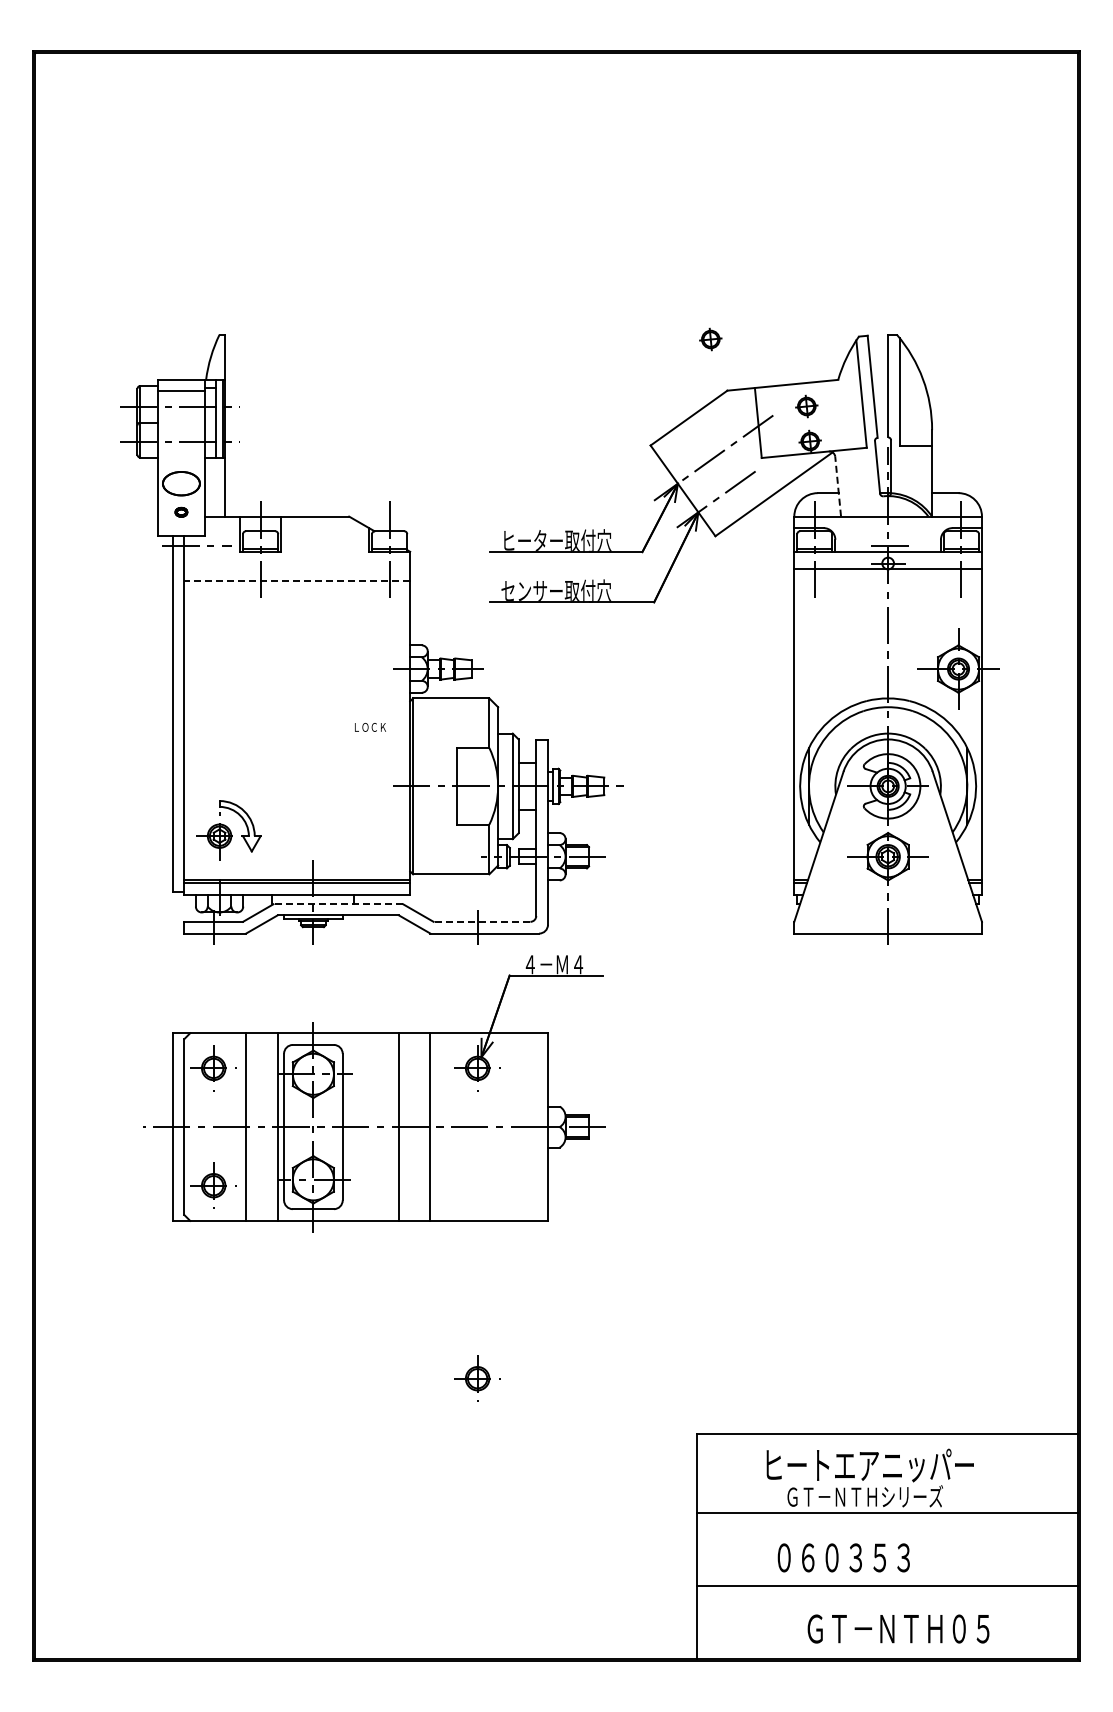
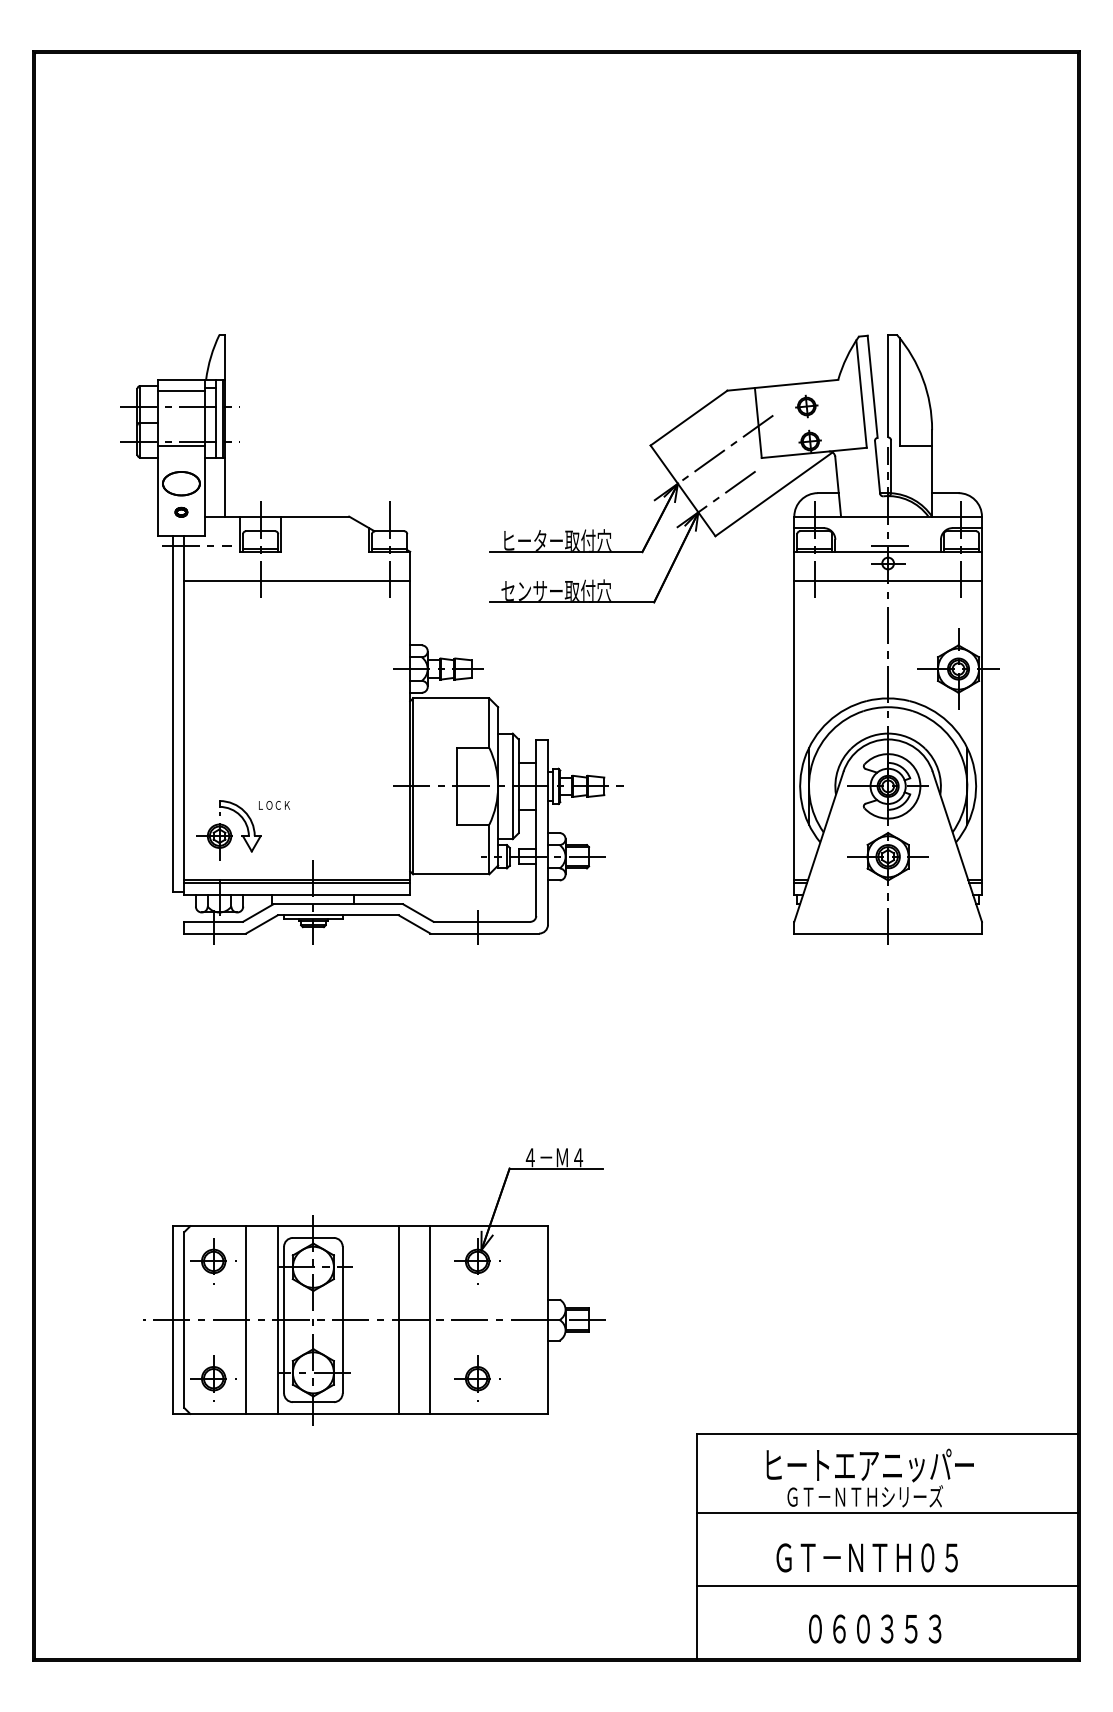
part at (710, 339): present -> none
line at (180, 445): none -> present
line at (838, 486): dashed -> solid
line at (887, 569) position: (887, 569) -> (887, 581)
line at (297, 581): dashed -> solid
text at (370, 727) position: (370, 727) -> (274, 805)
line at (337, 904): dashed -> solid
line at (481, 921): dashed -> solid
part at (374, 1093) position: (374, 1093) -> (374, 1286)
text at (866, 1557): ０６０３５３ -> ＧＴ－ＮＴＨ０５
text at (898, 1628): ＧＴ－ＮＴＨ０５ -> ０６０３５３
